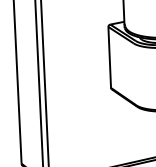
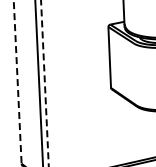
line at (17, 81): solid -> dashed
line at (44, 83): solid -> dashed
